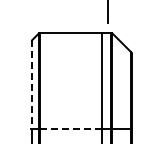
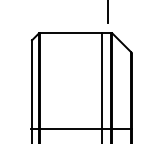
line at (32, 84): dashed -> solid
line at (71, 129): dashed -> solid
